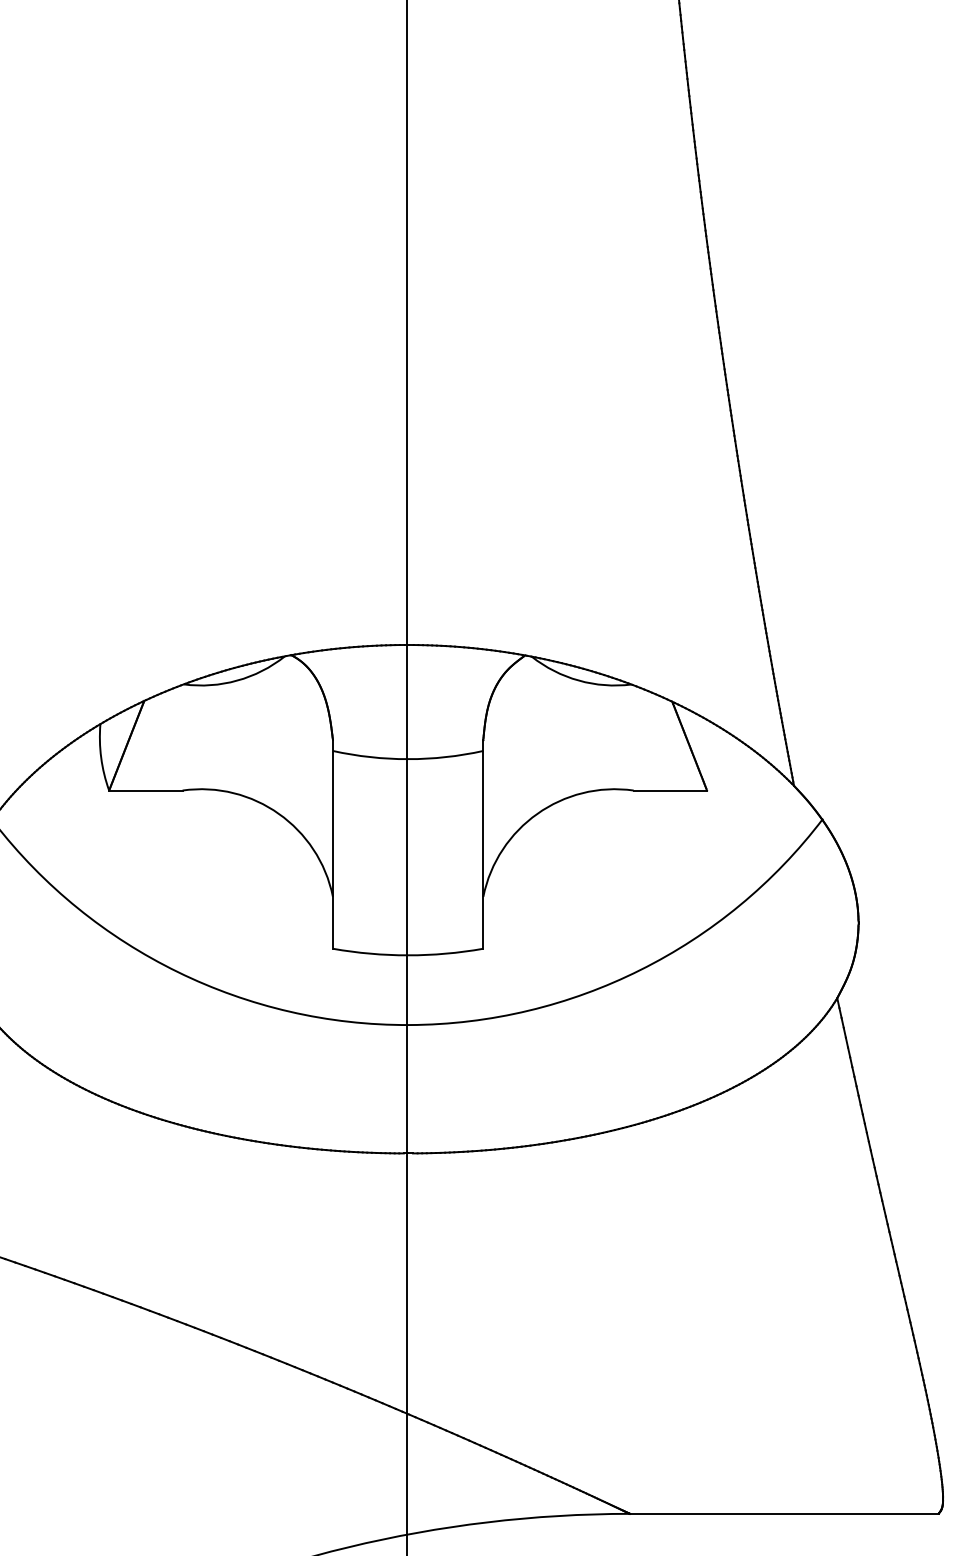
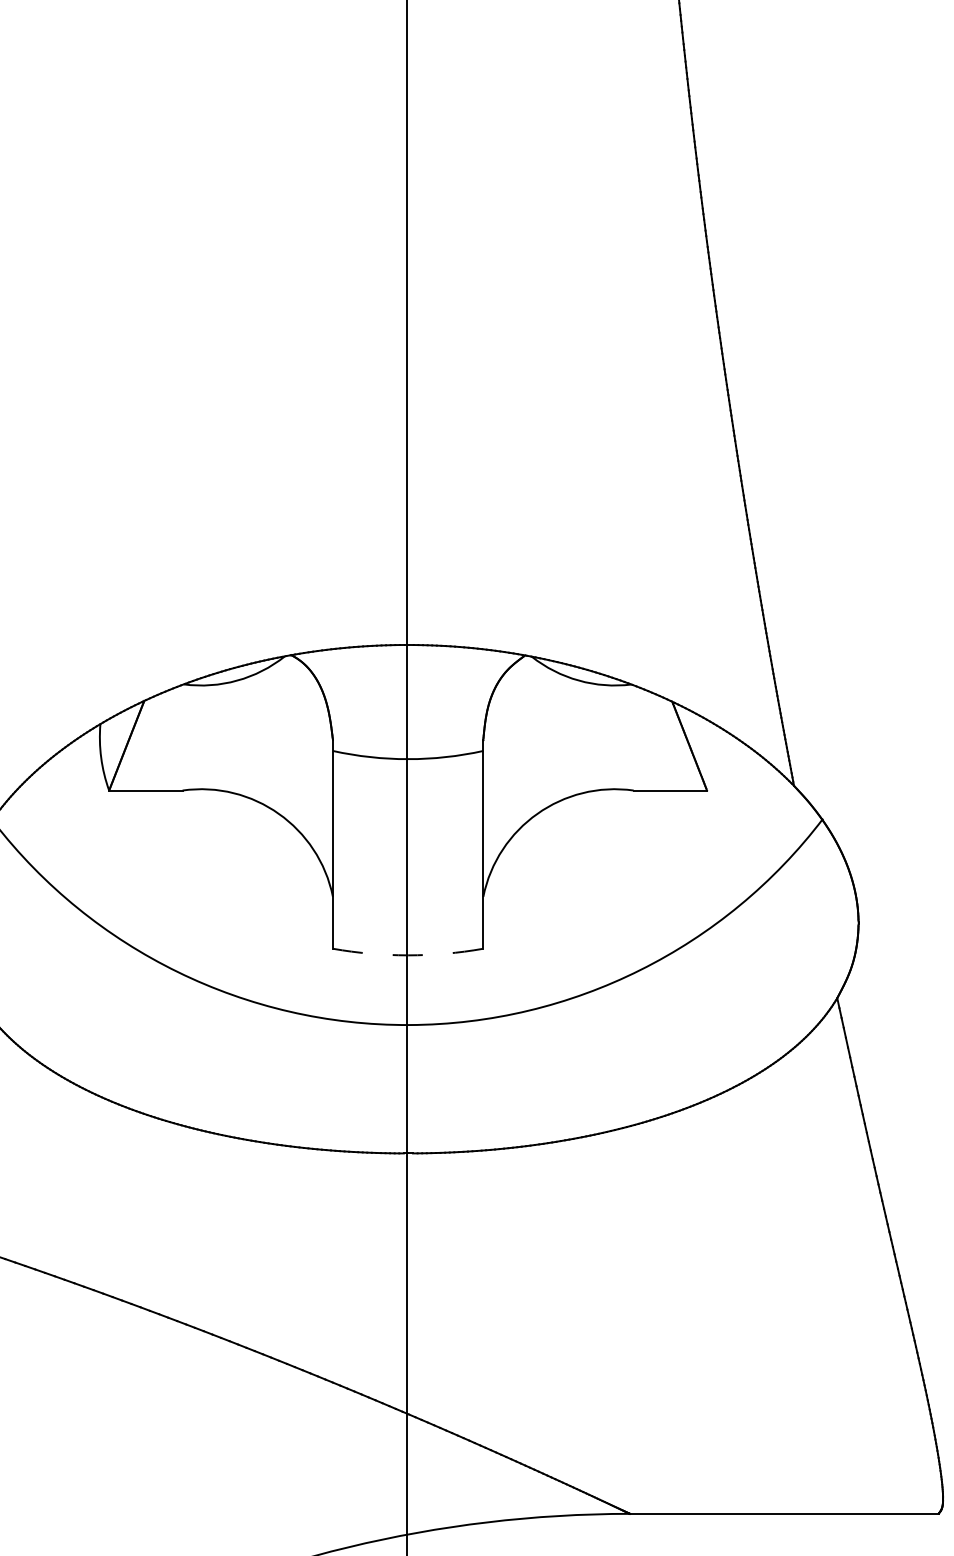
arc at (408, 955): solid -> dashed
